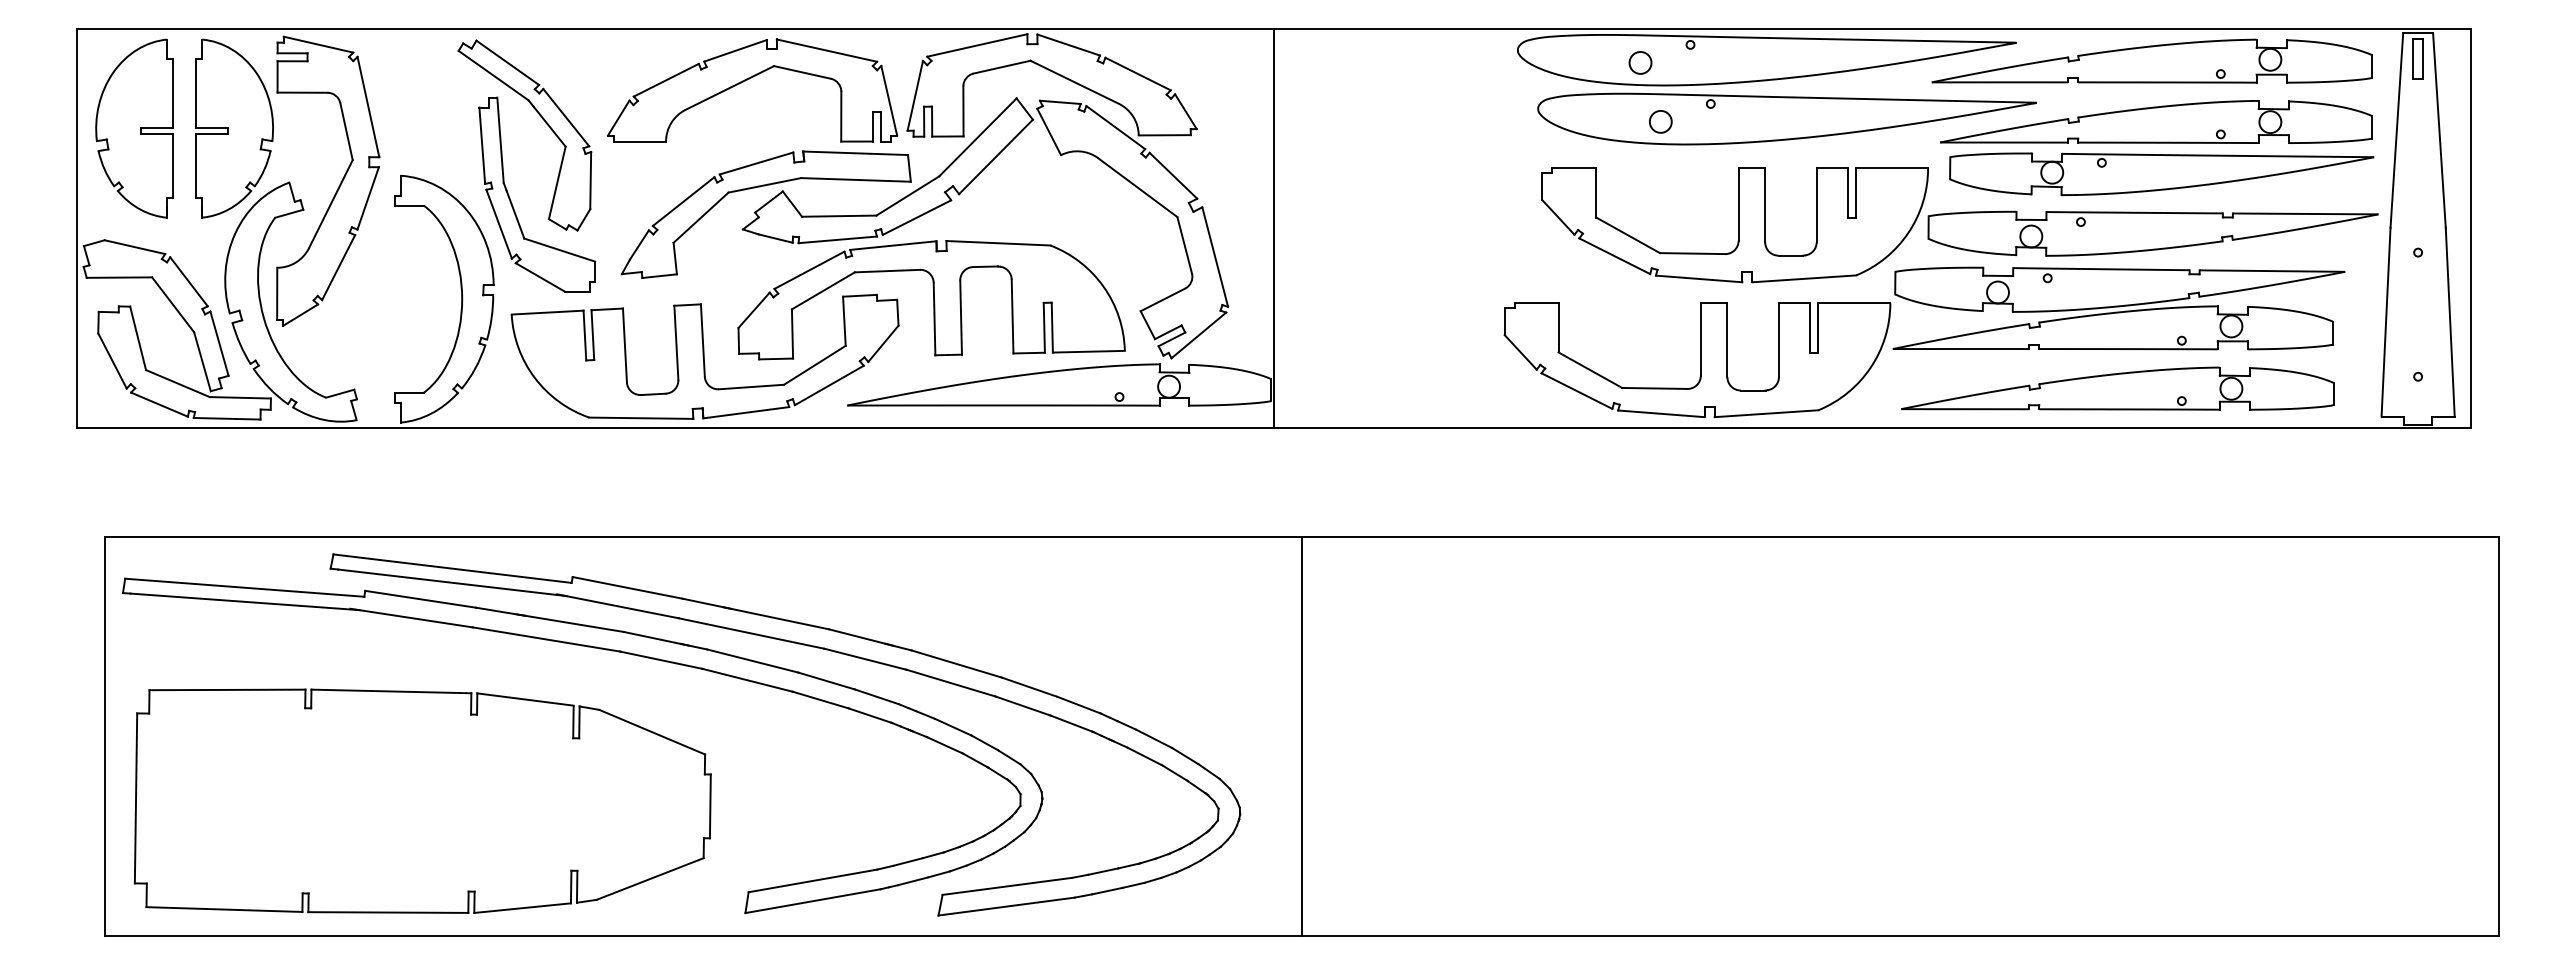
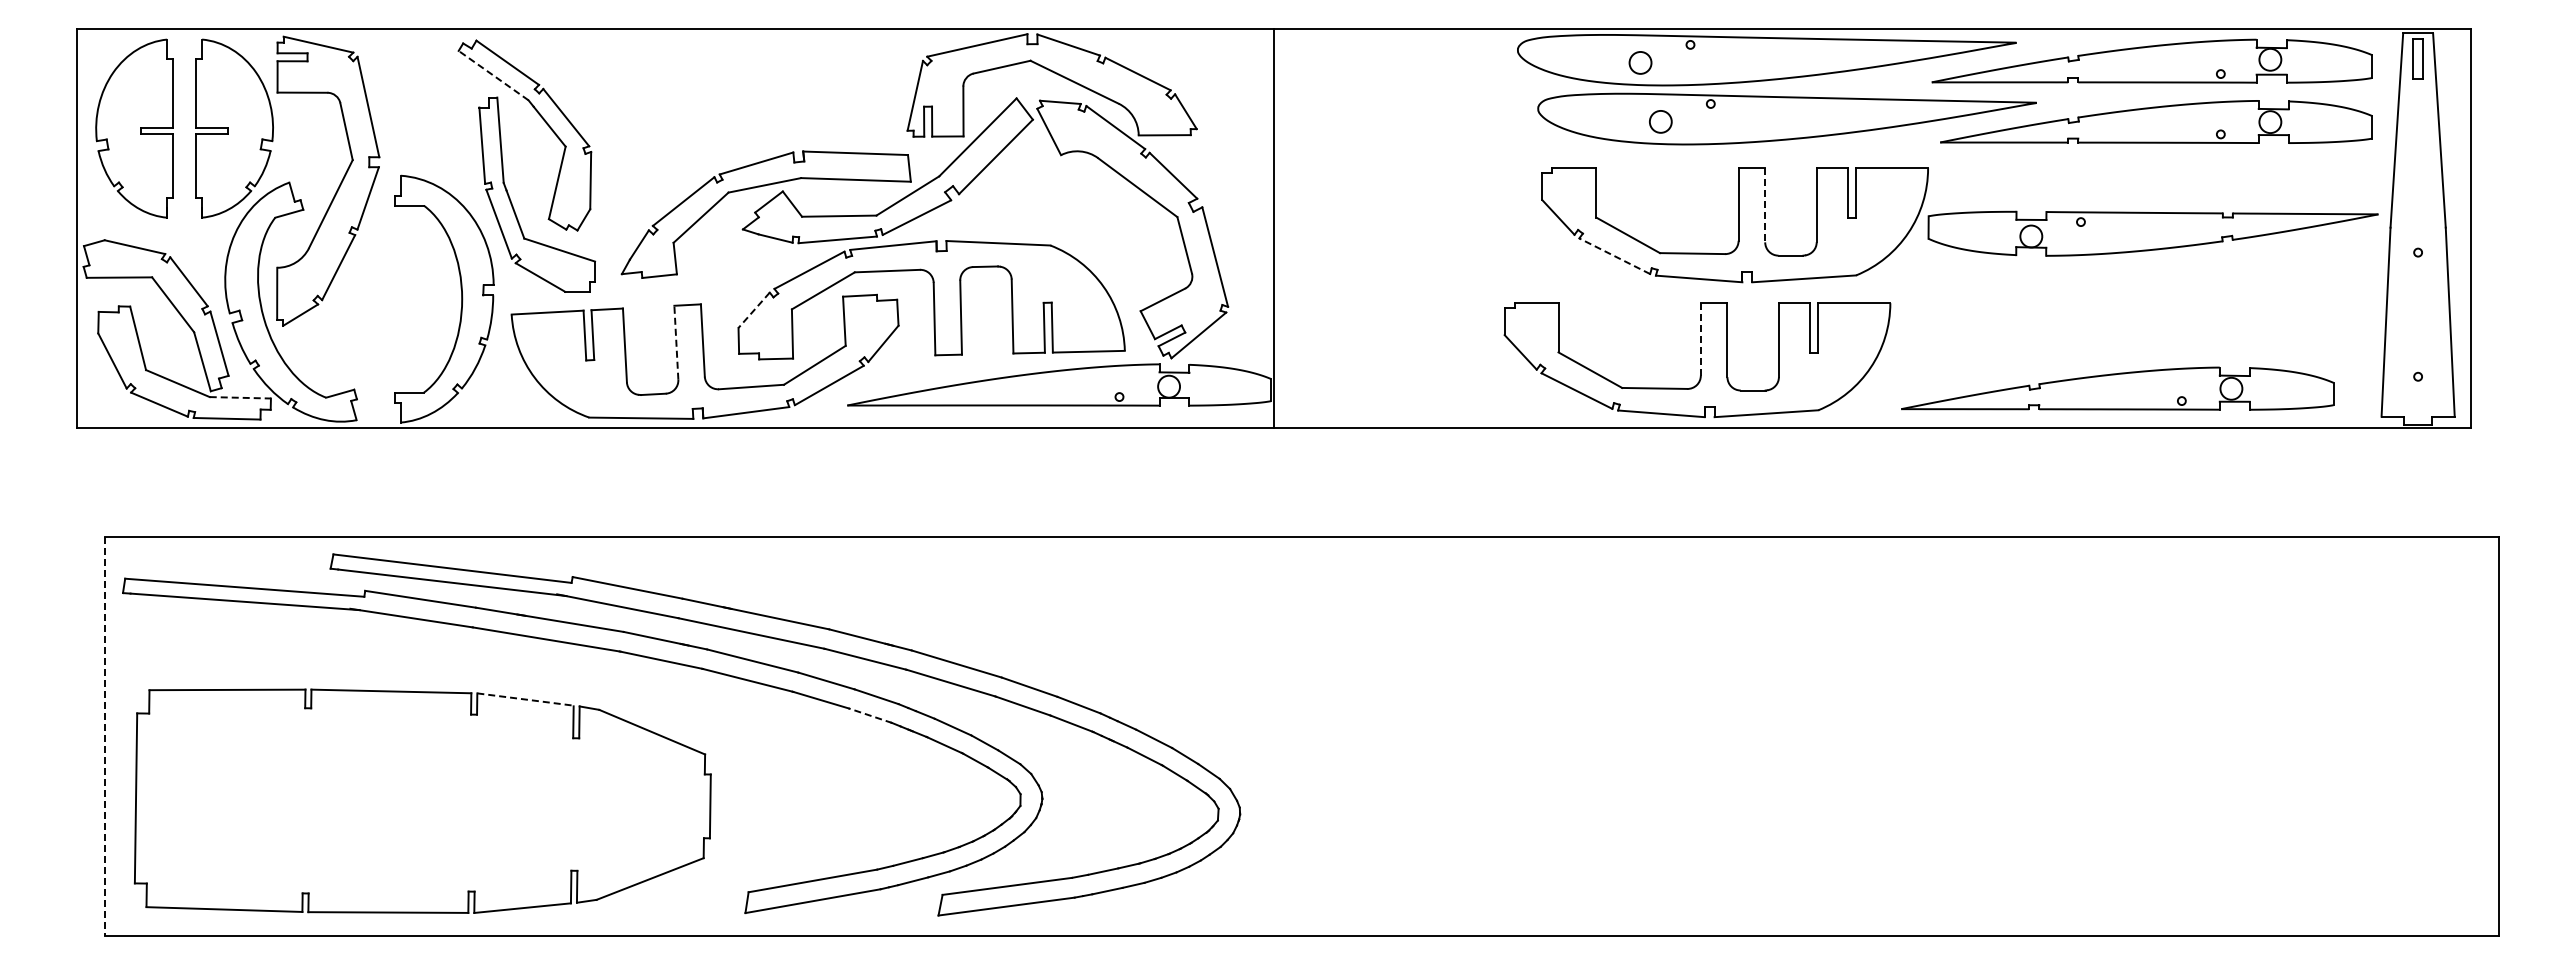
line at (493, 75): solid -> dashed
part at (747, 80): present -> none
part at (2161, 174): present -> none
line at (1765, 205): solid -> dashed
line at (1614, 256): solid -> dashed
part at (2118, 308): present -> none
line at (754, 310): solid -> dashed
line at (1700, 338): solid -> dashed
line at (676, 342): solid -> dashed
line at (240, 397): solid -> dashed
line at (525, 699): solid -> dashed
line at (869, 715): solid -> dashed
line at (1301, 736): present -> none
line at (105, 737): solid -> dashed
